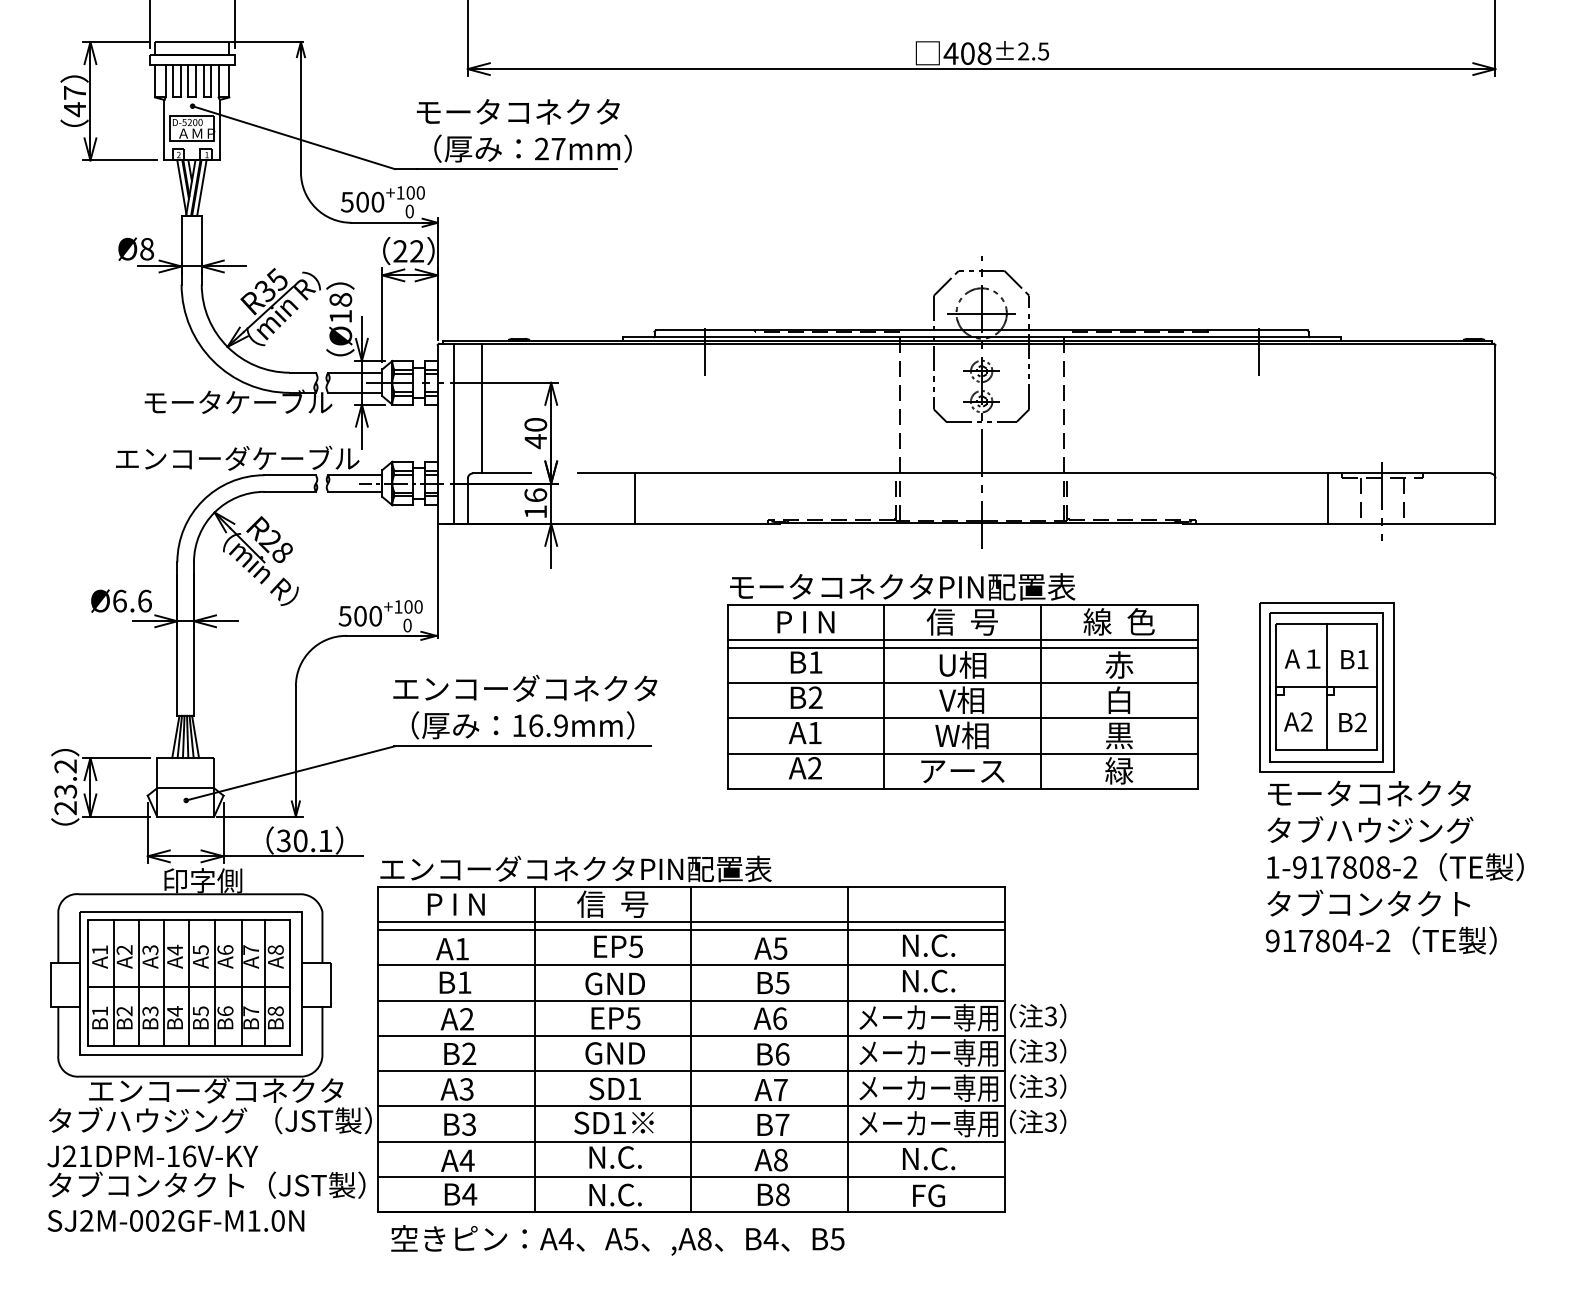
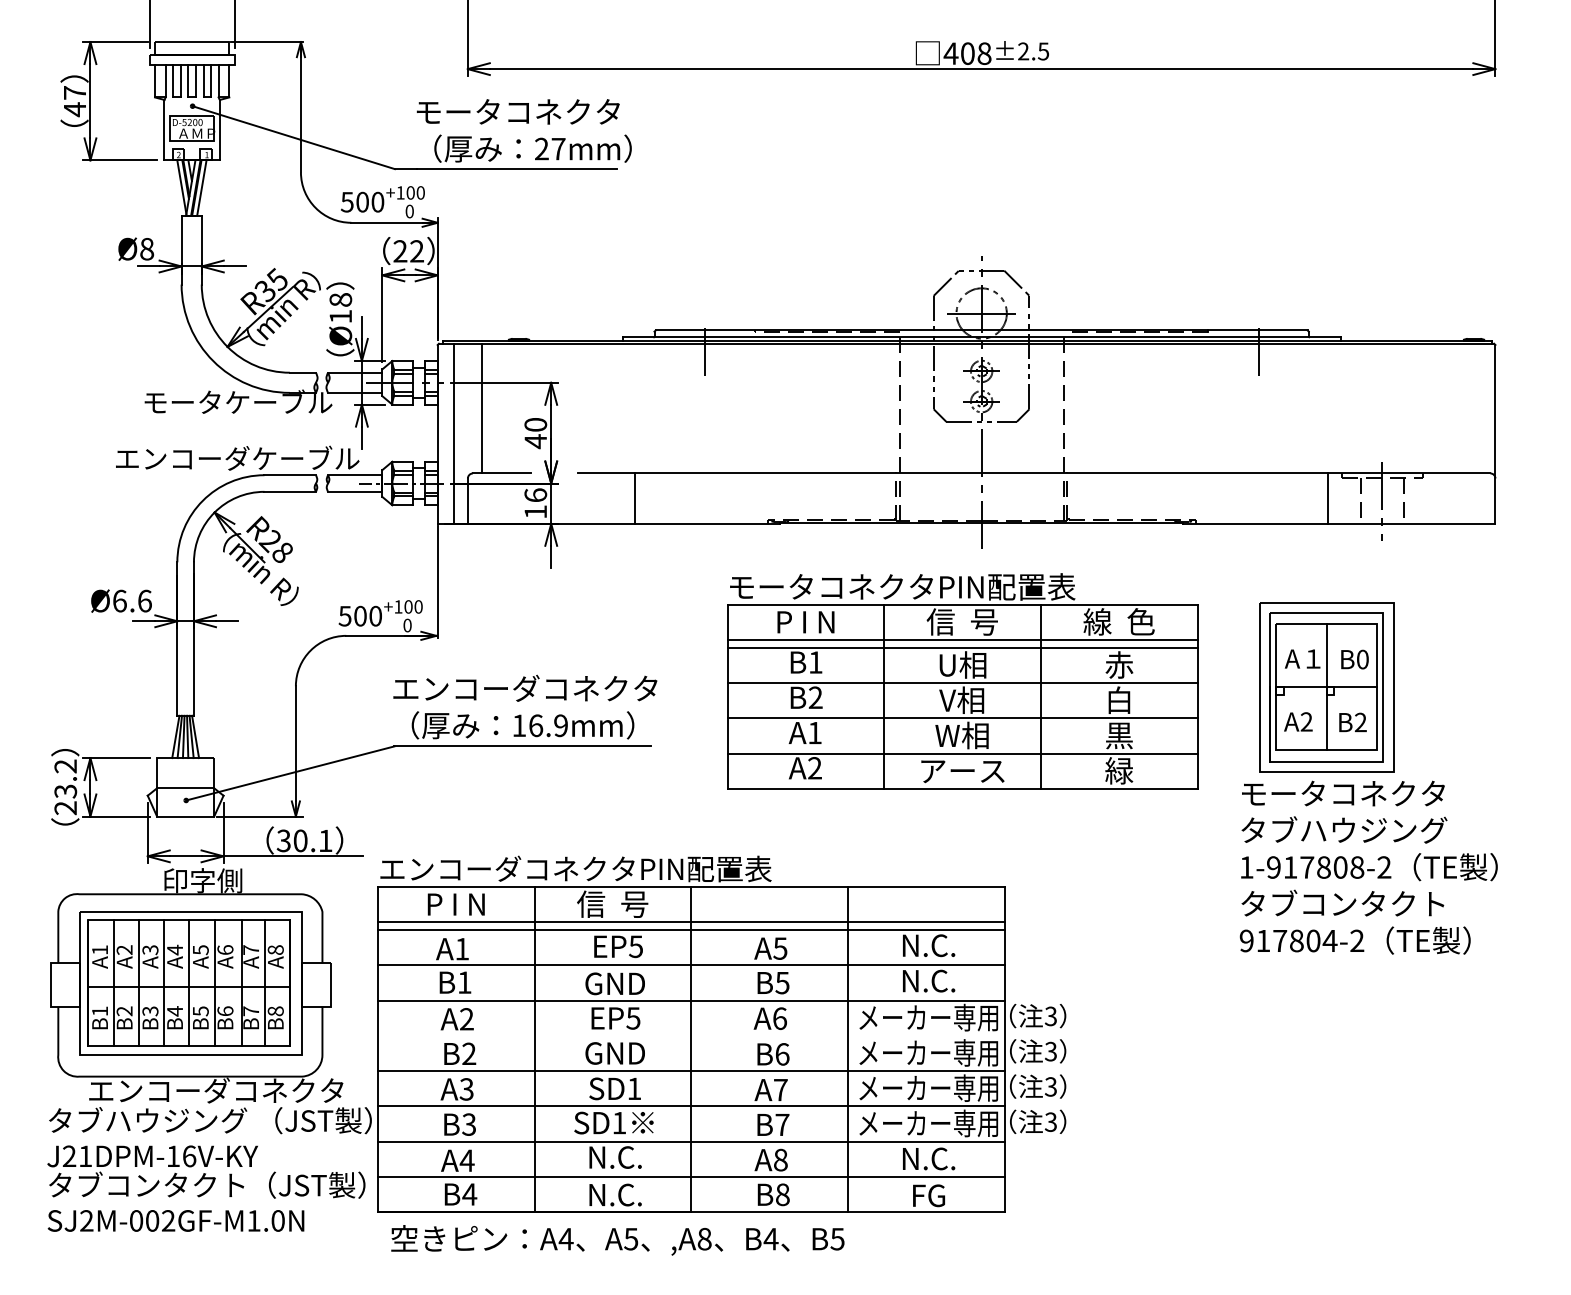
text at (1362, 659): B1 -> B0
text at (1394, 867) position: (1394, 867) -> (1368, 867)
line at (690, 1035): present -> none
